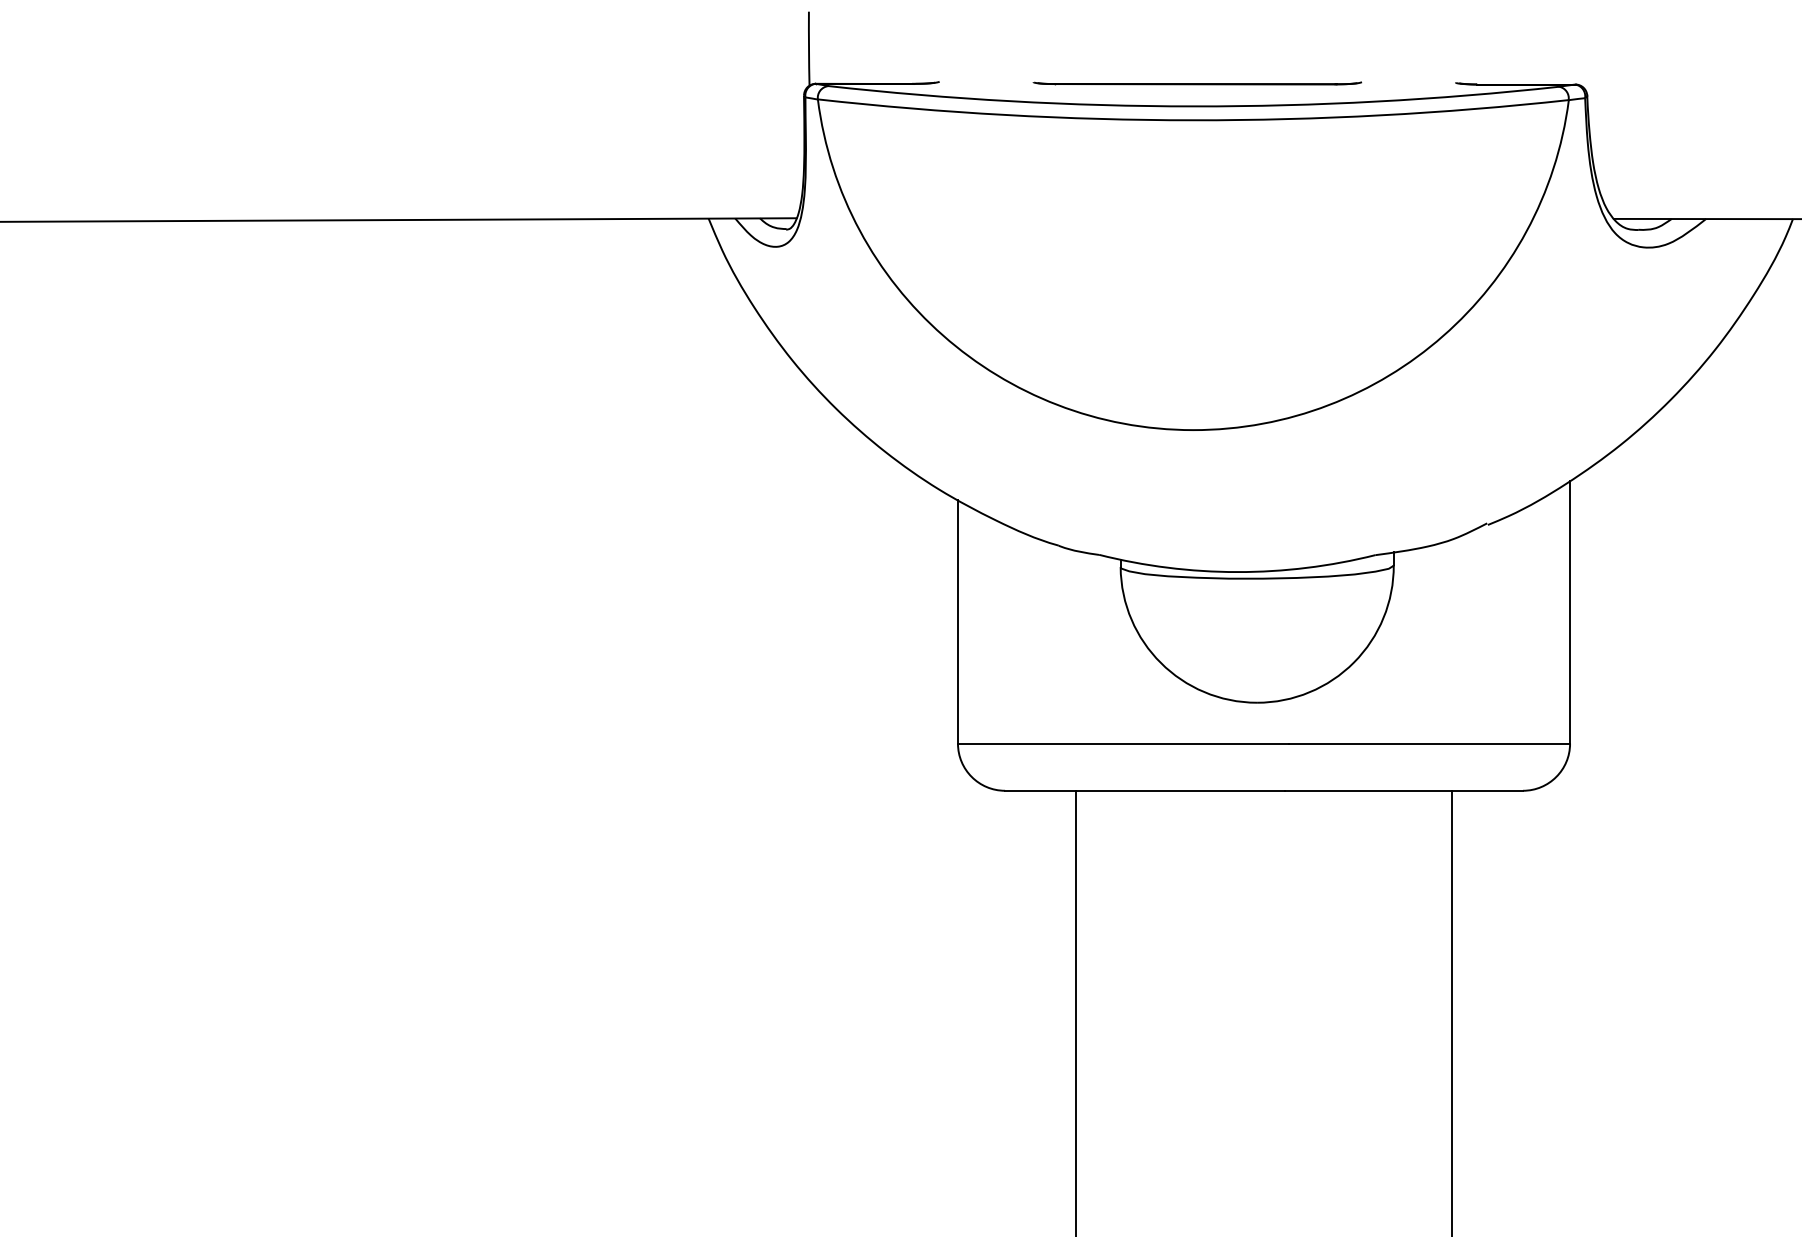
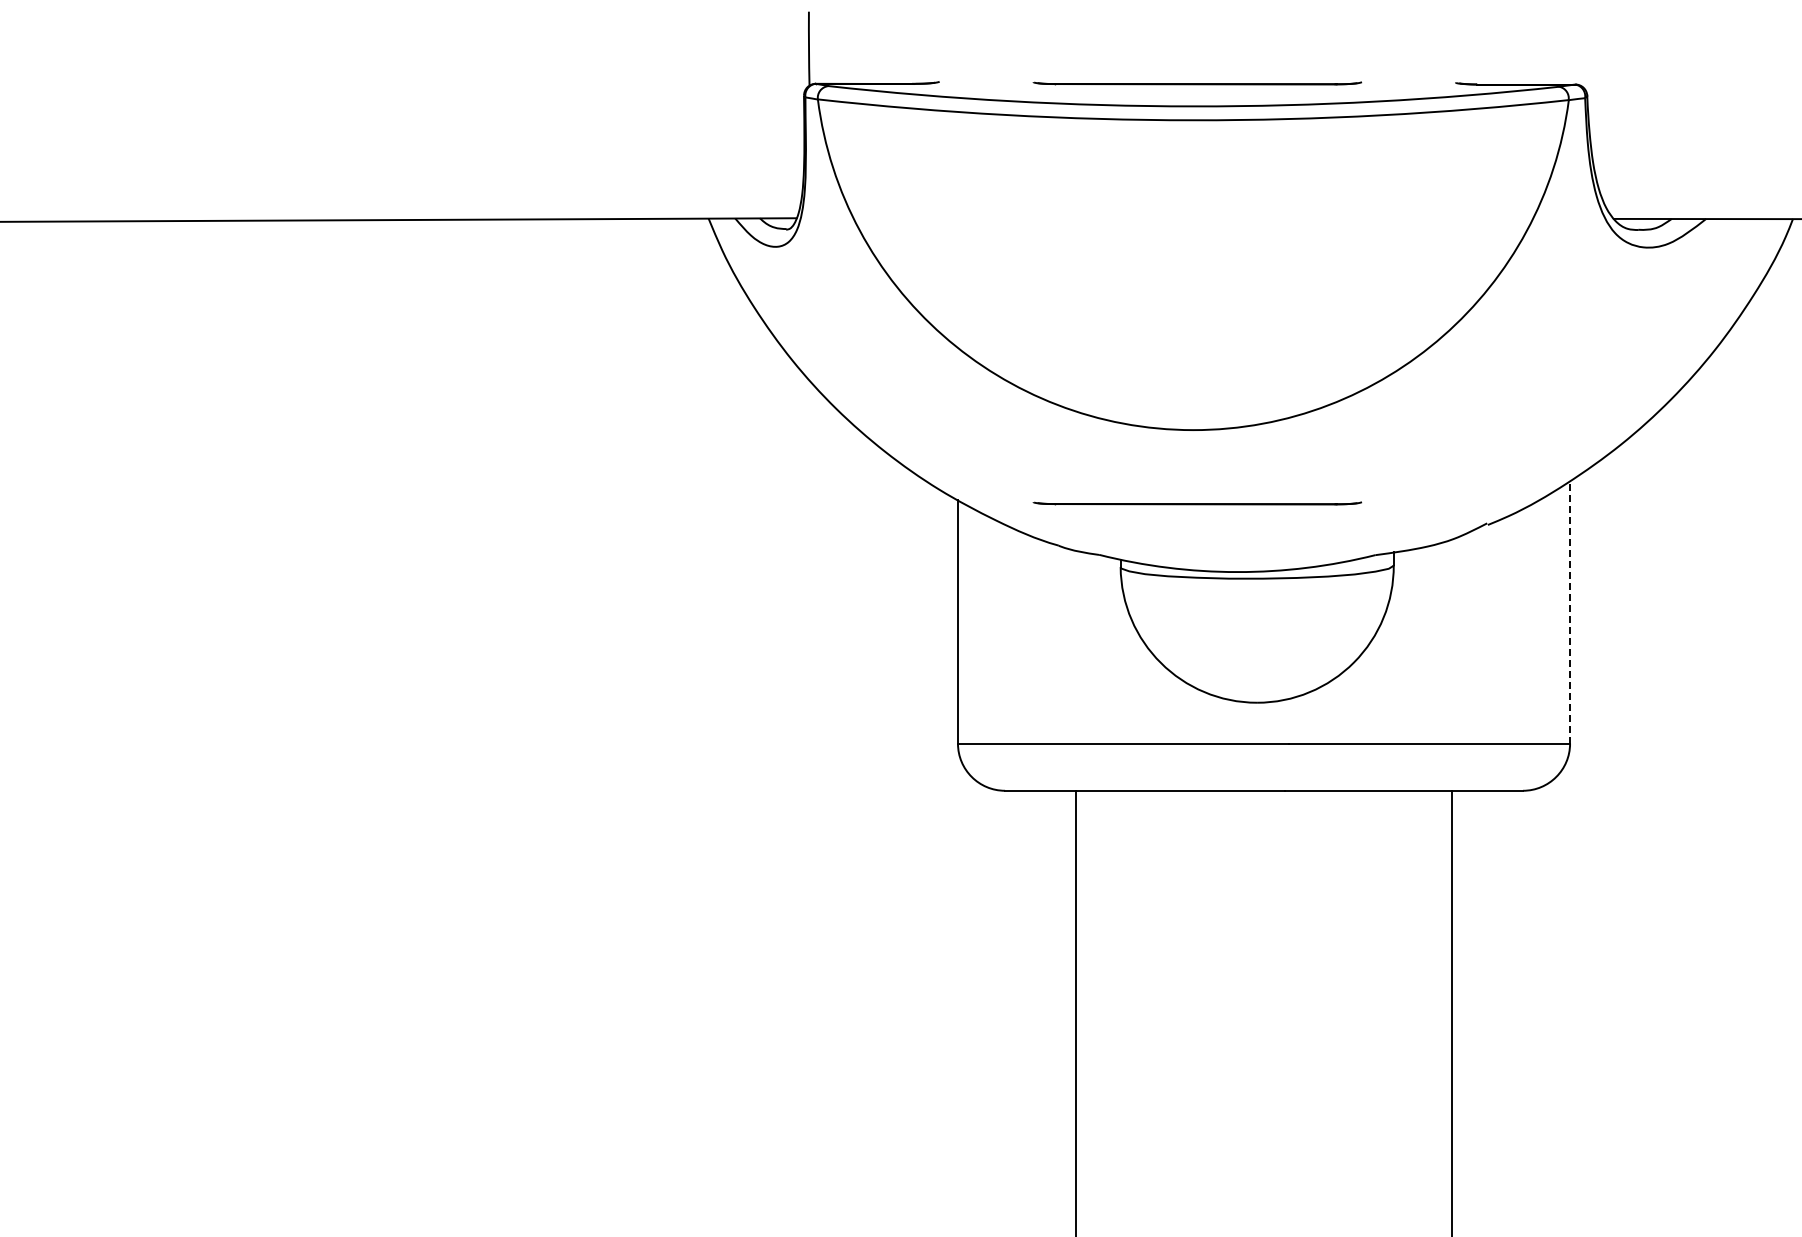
part at (1197, 503): none -> present
line at (1570, 611): solid -> dashed
